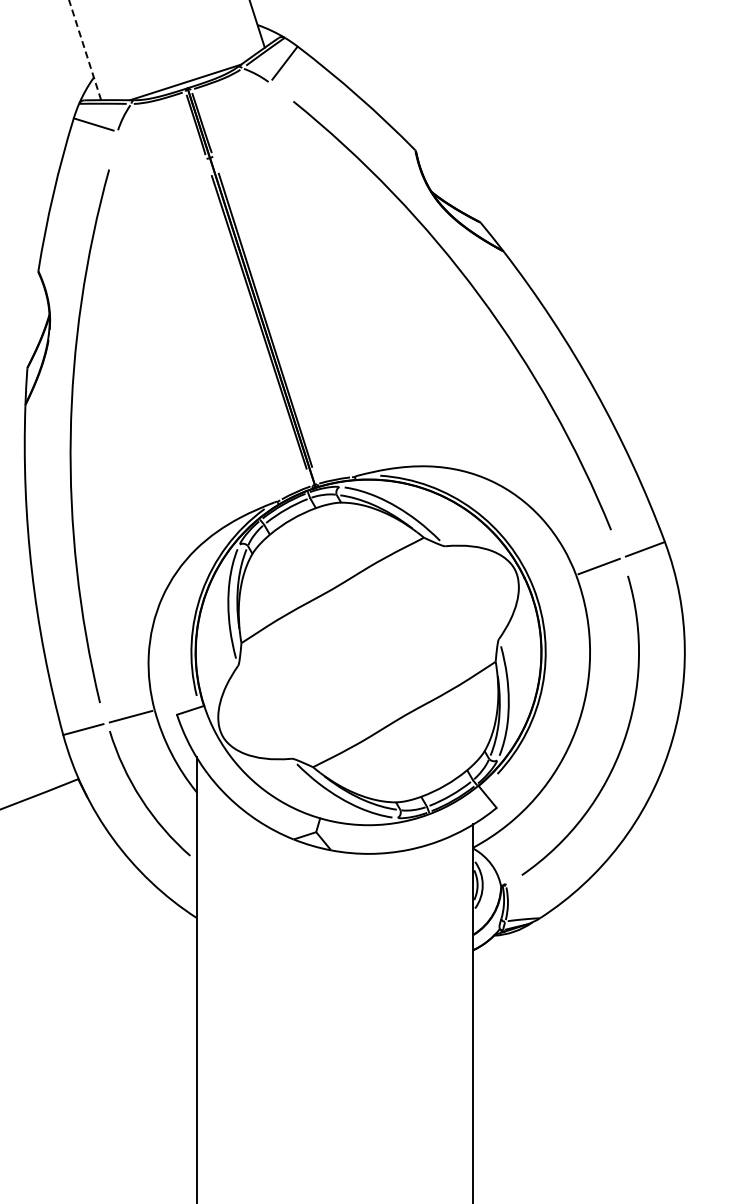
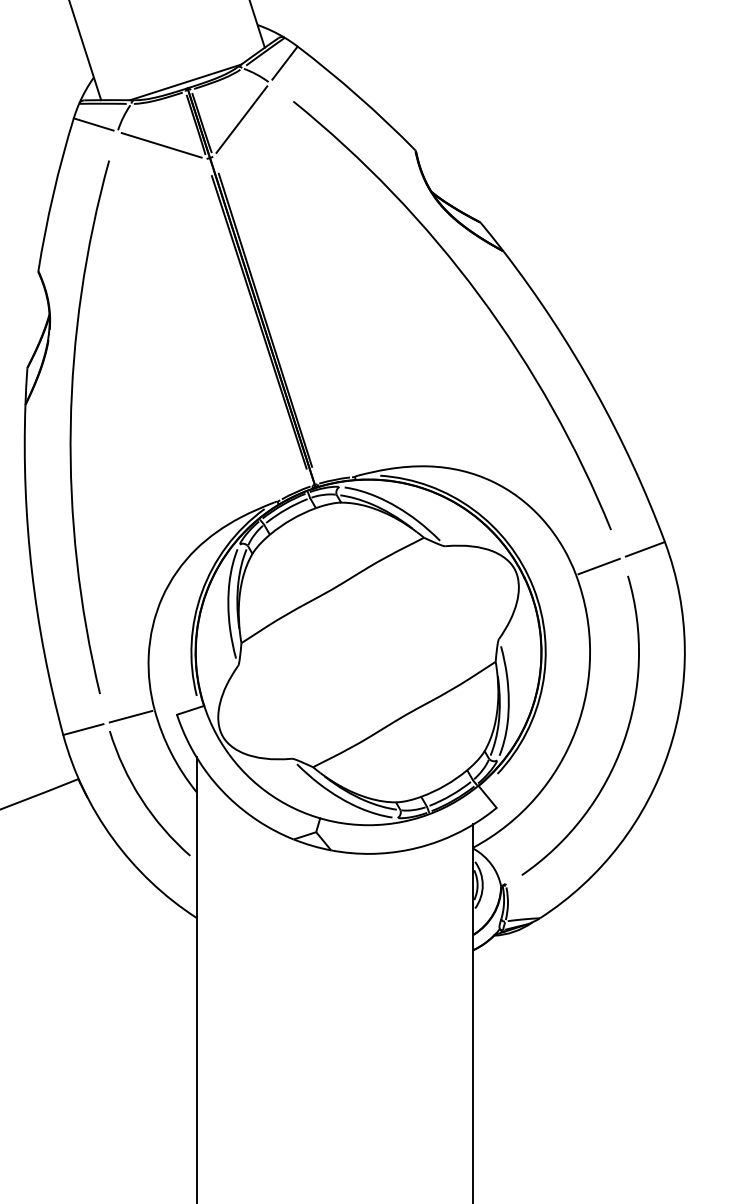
line at (85, 49): dashed -> solid
line at (241, 119): none -> present
line at (161, 145): none -> present
arc at (71, 436) position: (71, 436) -> (71, 427)
